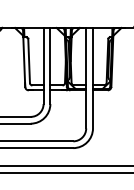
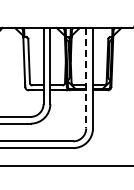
line at (86, 78): solid -> dashed
line at (66, 172): present -> none
